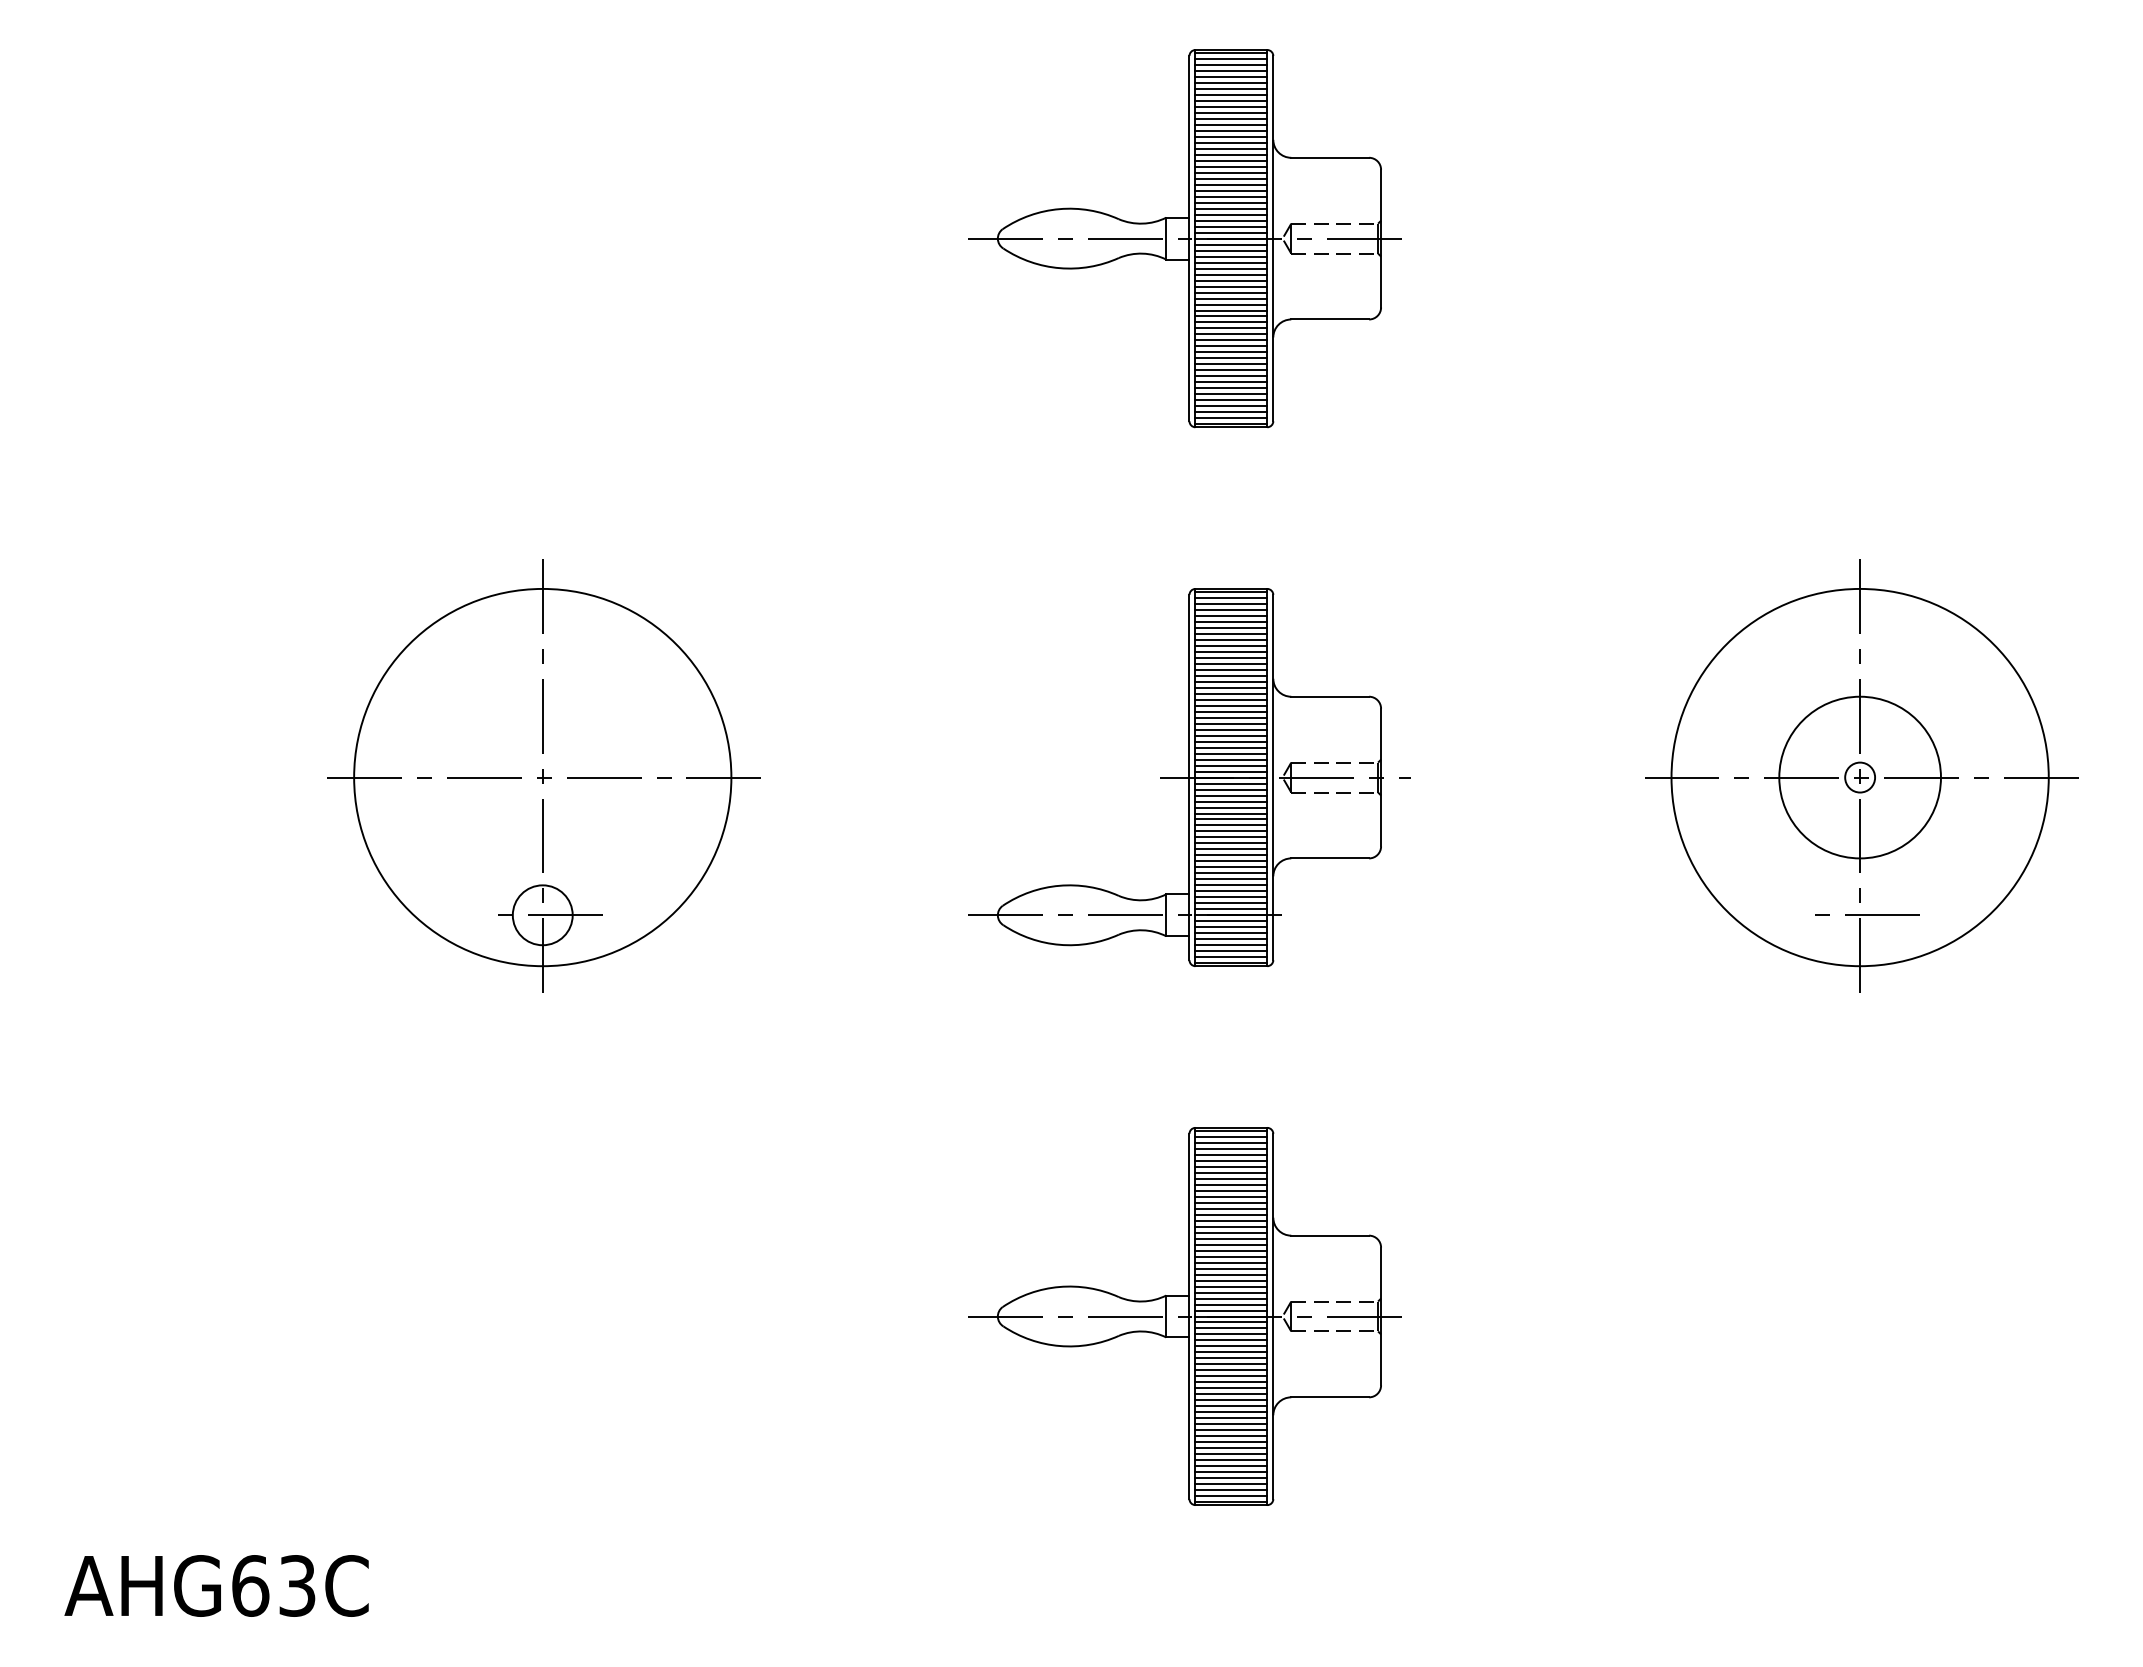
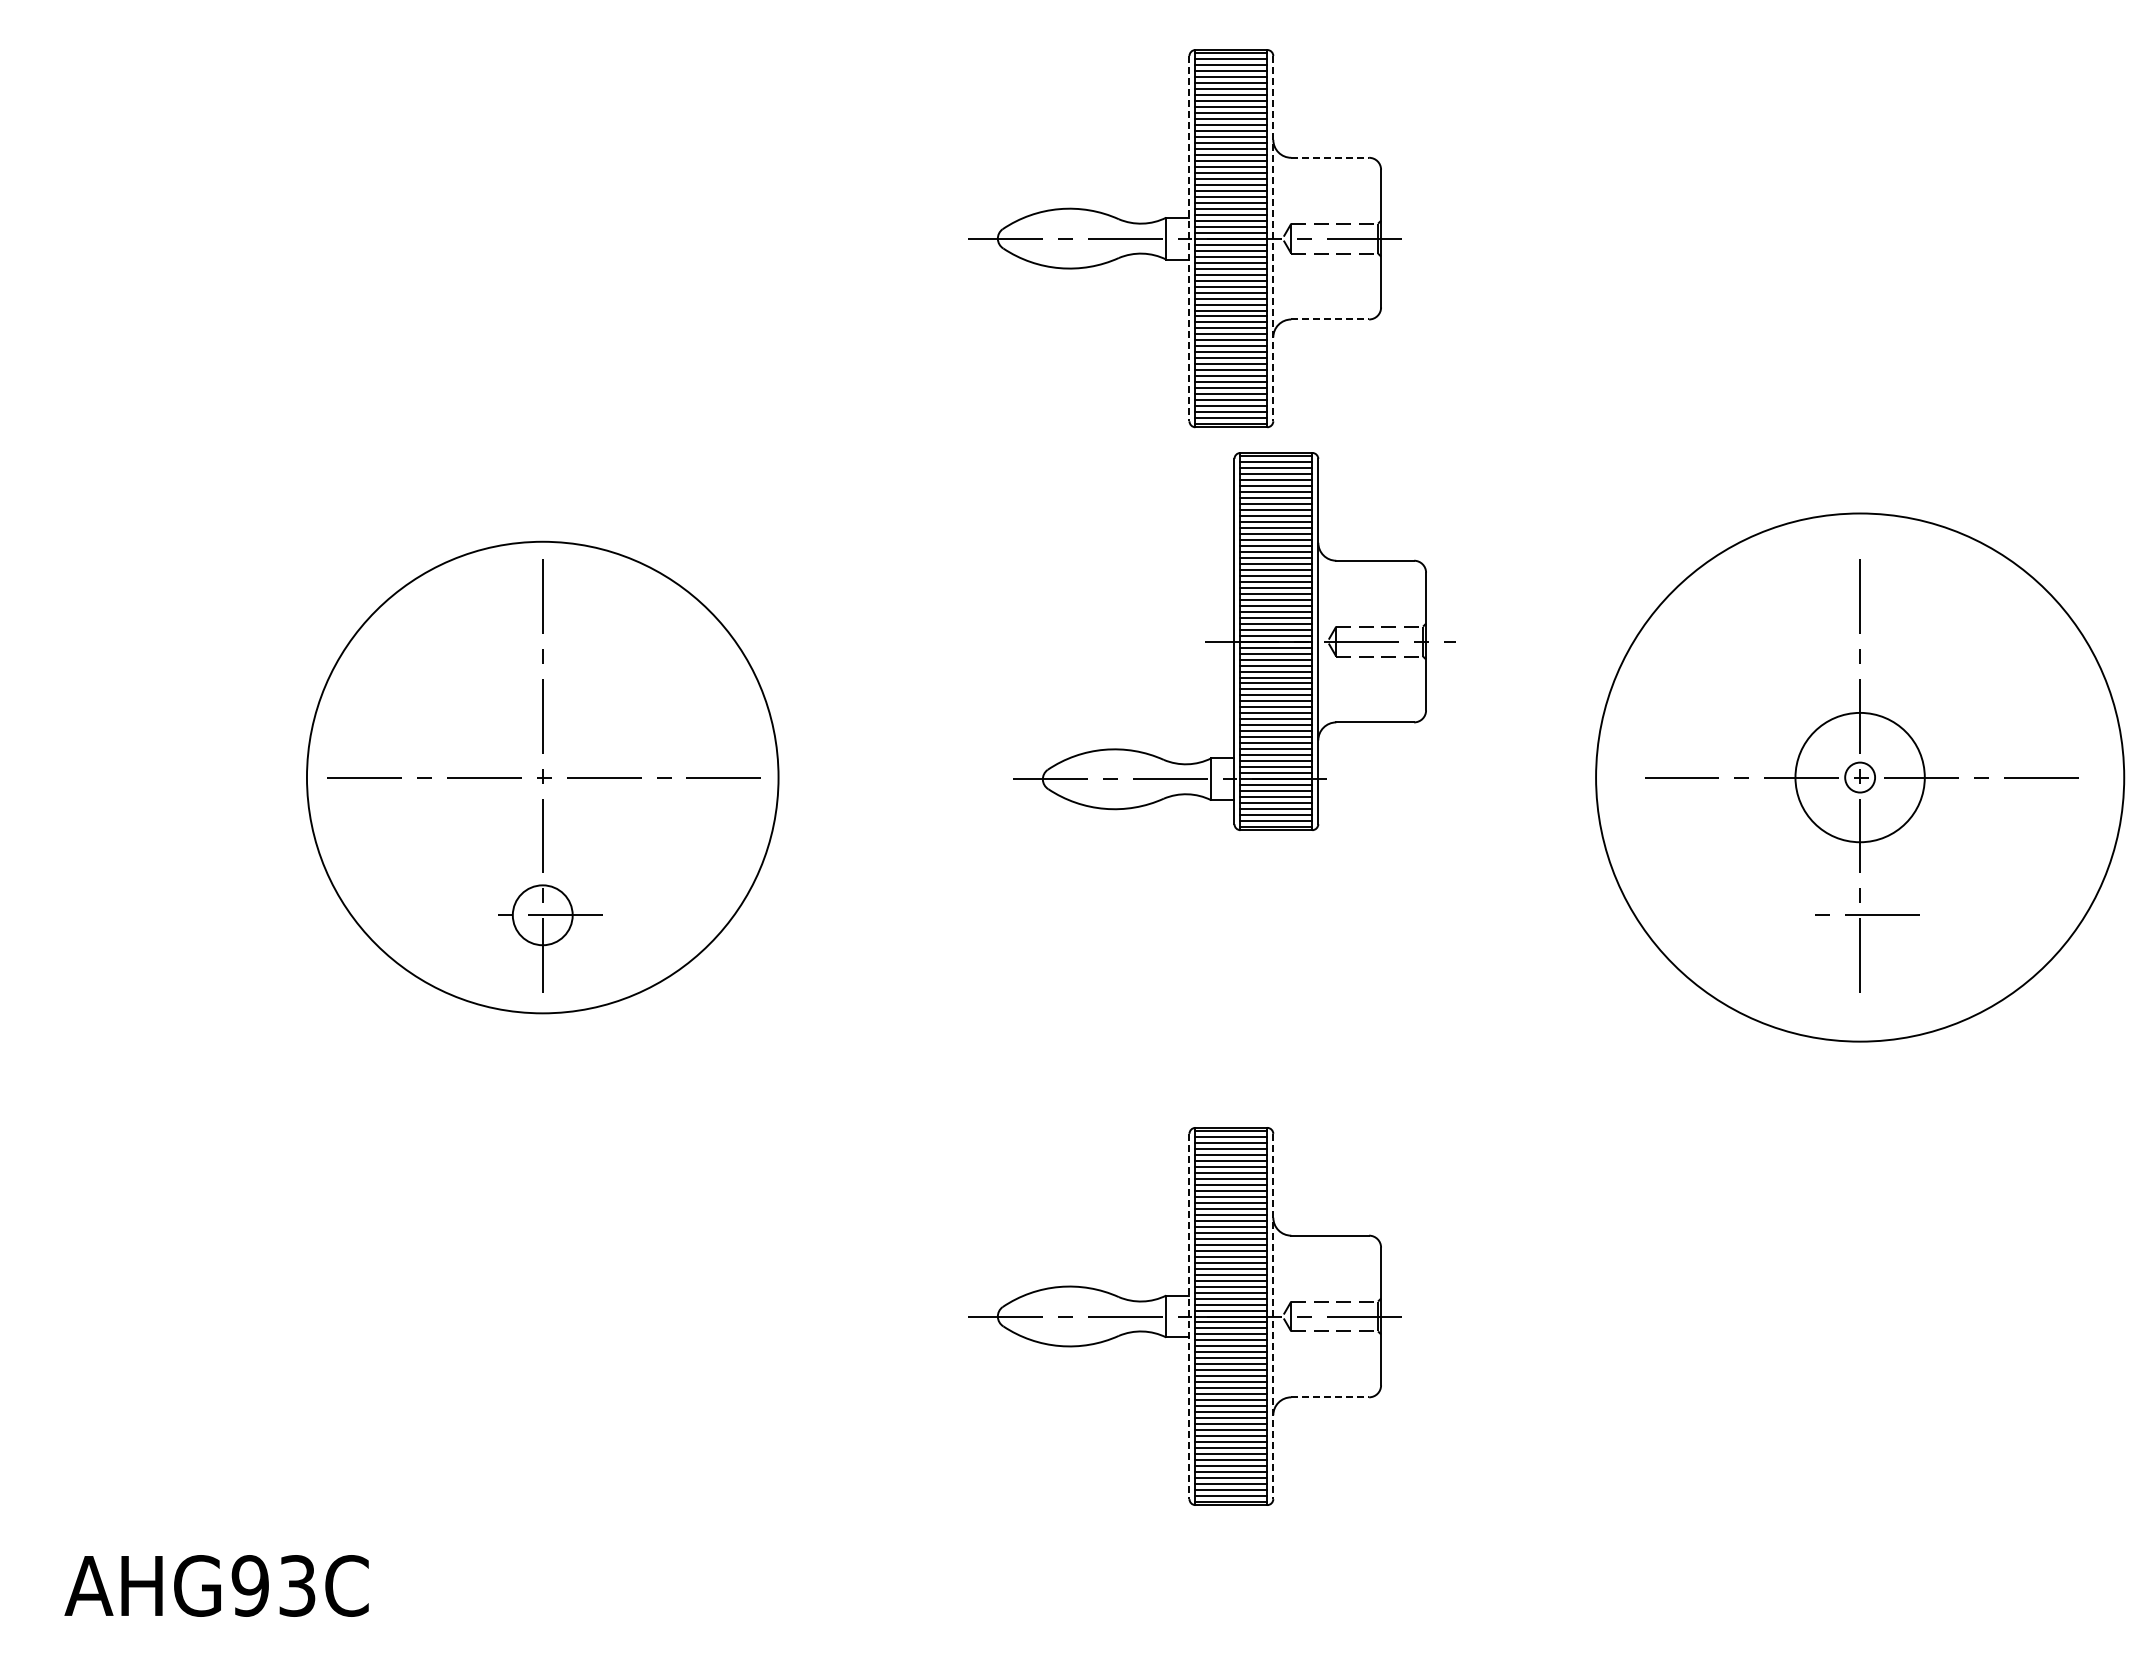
line at (1330, 157): solid -> dashed
line at (1189, 238): solid -> dashed
line at (1273, 238): solid -> dashed
line at (1330, 319): solid -> dashed
circle at (542, 777) diameter: 377 px -> 472 px
part at (1189, 777) position: (1189, 777) -> (1234, 641)
circle at (1859, 777) diameter: 162 px -> 129 px
circle at (1859, 777) diameter: 377 px -> 528 px
line at (1189, 1316): solid -> dashed
line at (1273, 1316): solid -> dashed
line at (1330, 1397): solid -> dashed
text at (250, 1585): AHG63C -> AHG93C
